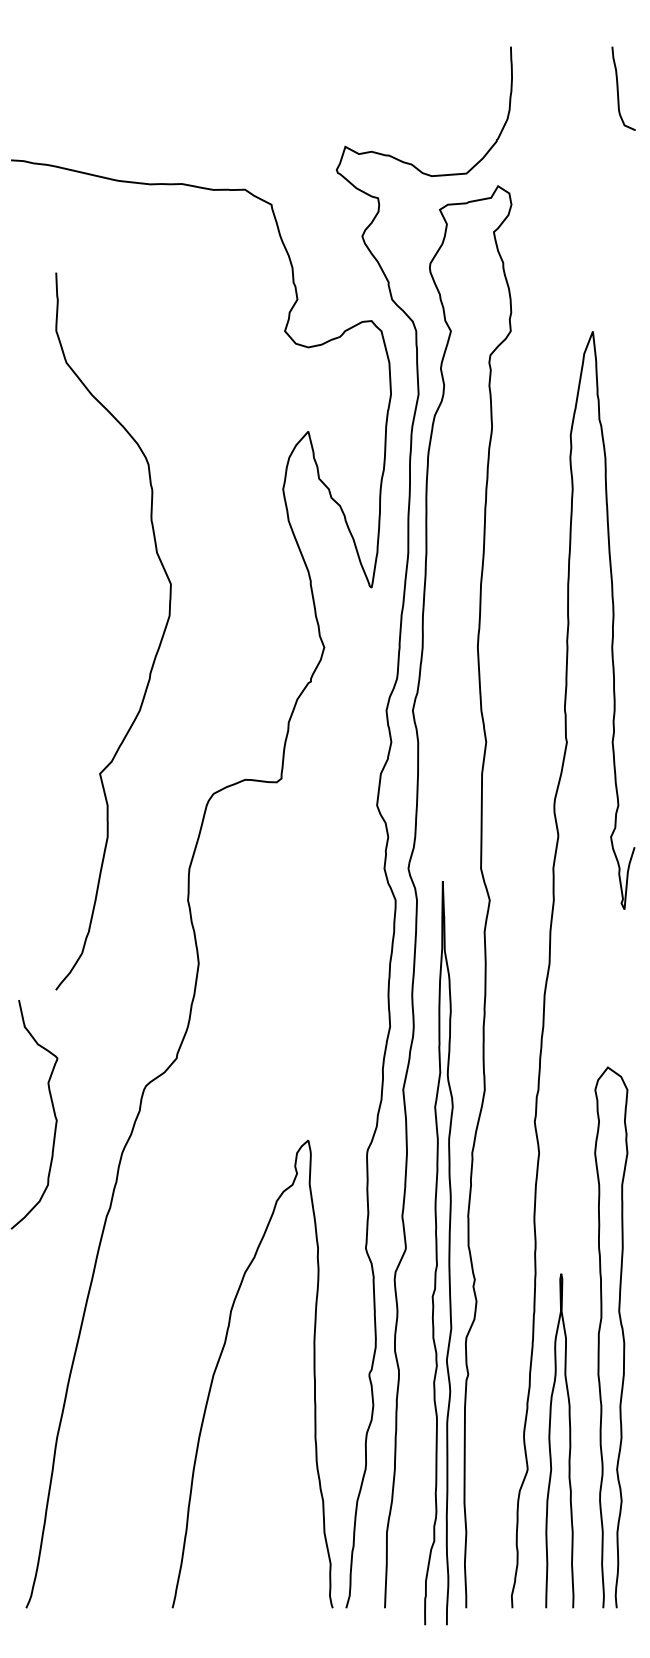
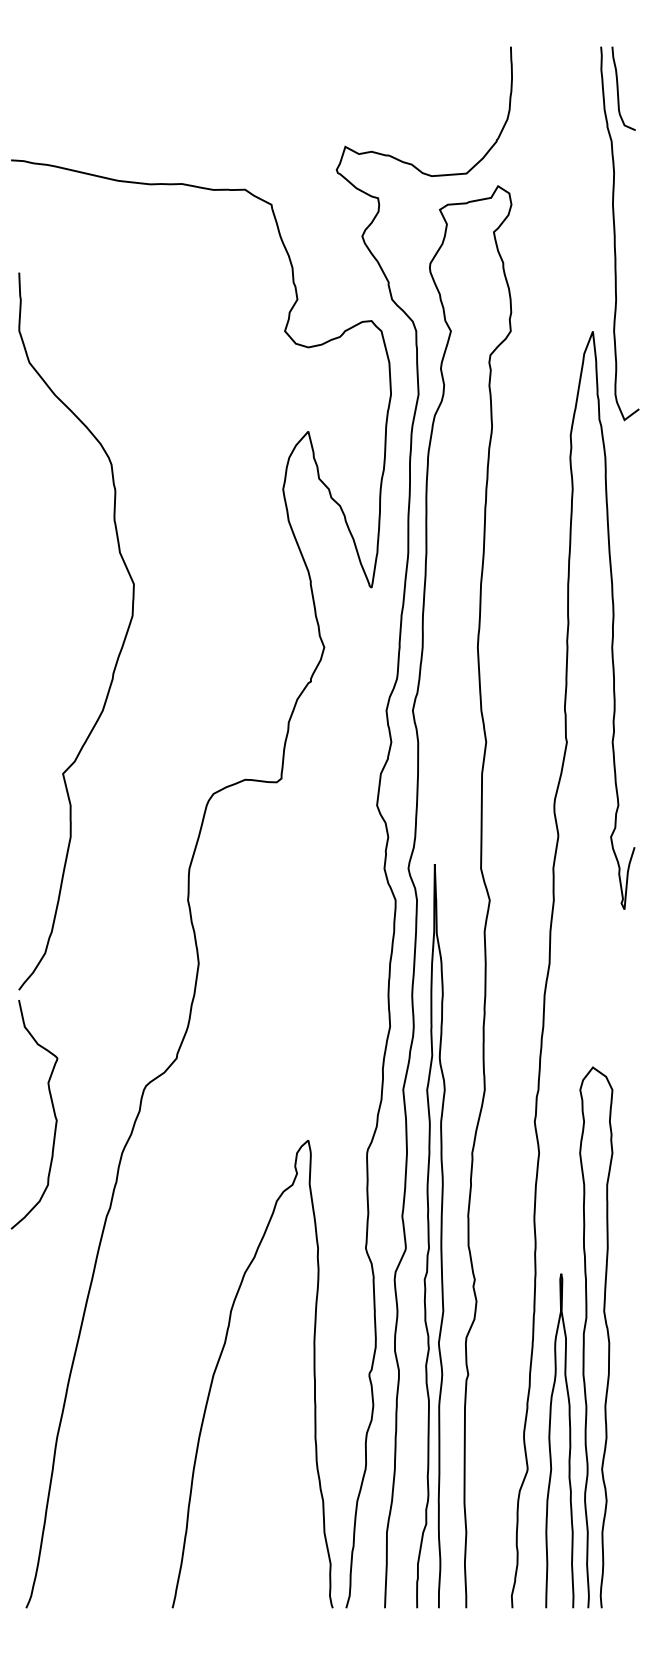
curve at (615, 233): none -> present
curve at (158, 645) position: (158, 645) -> (121, 645)
curve at (437, 1253) position: (437, 1253) -> (429, 1236)
curve at (622, 1337) position: (622, 1337) -> (607, 1337)
